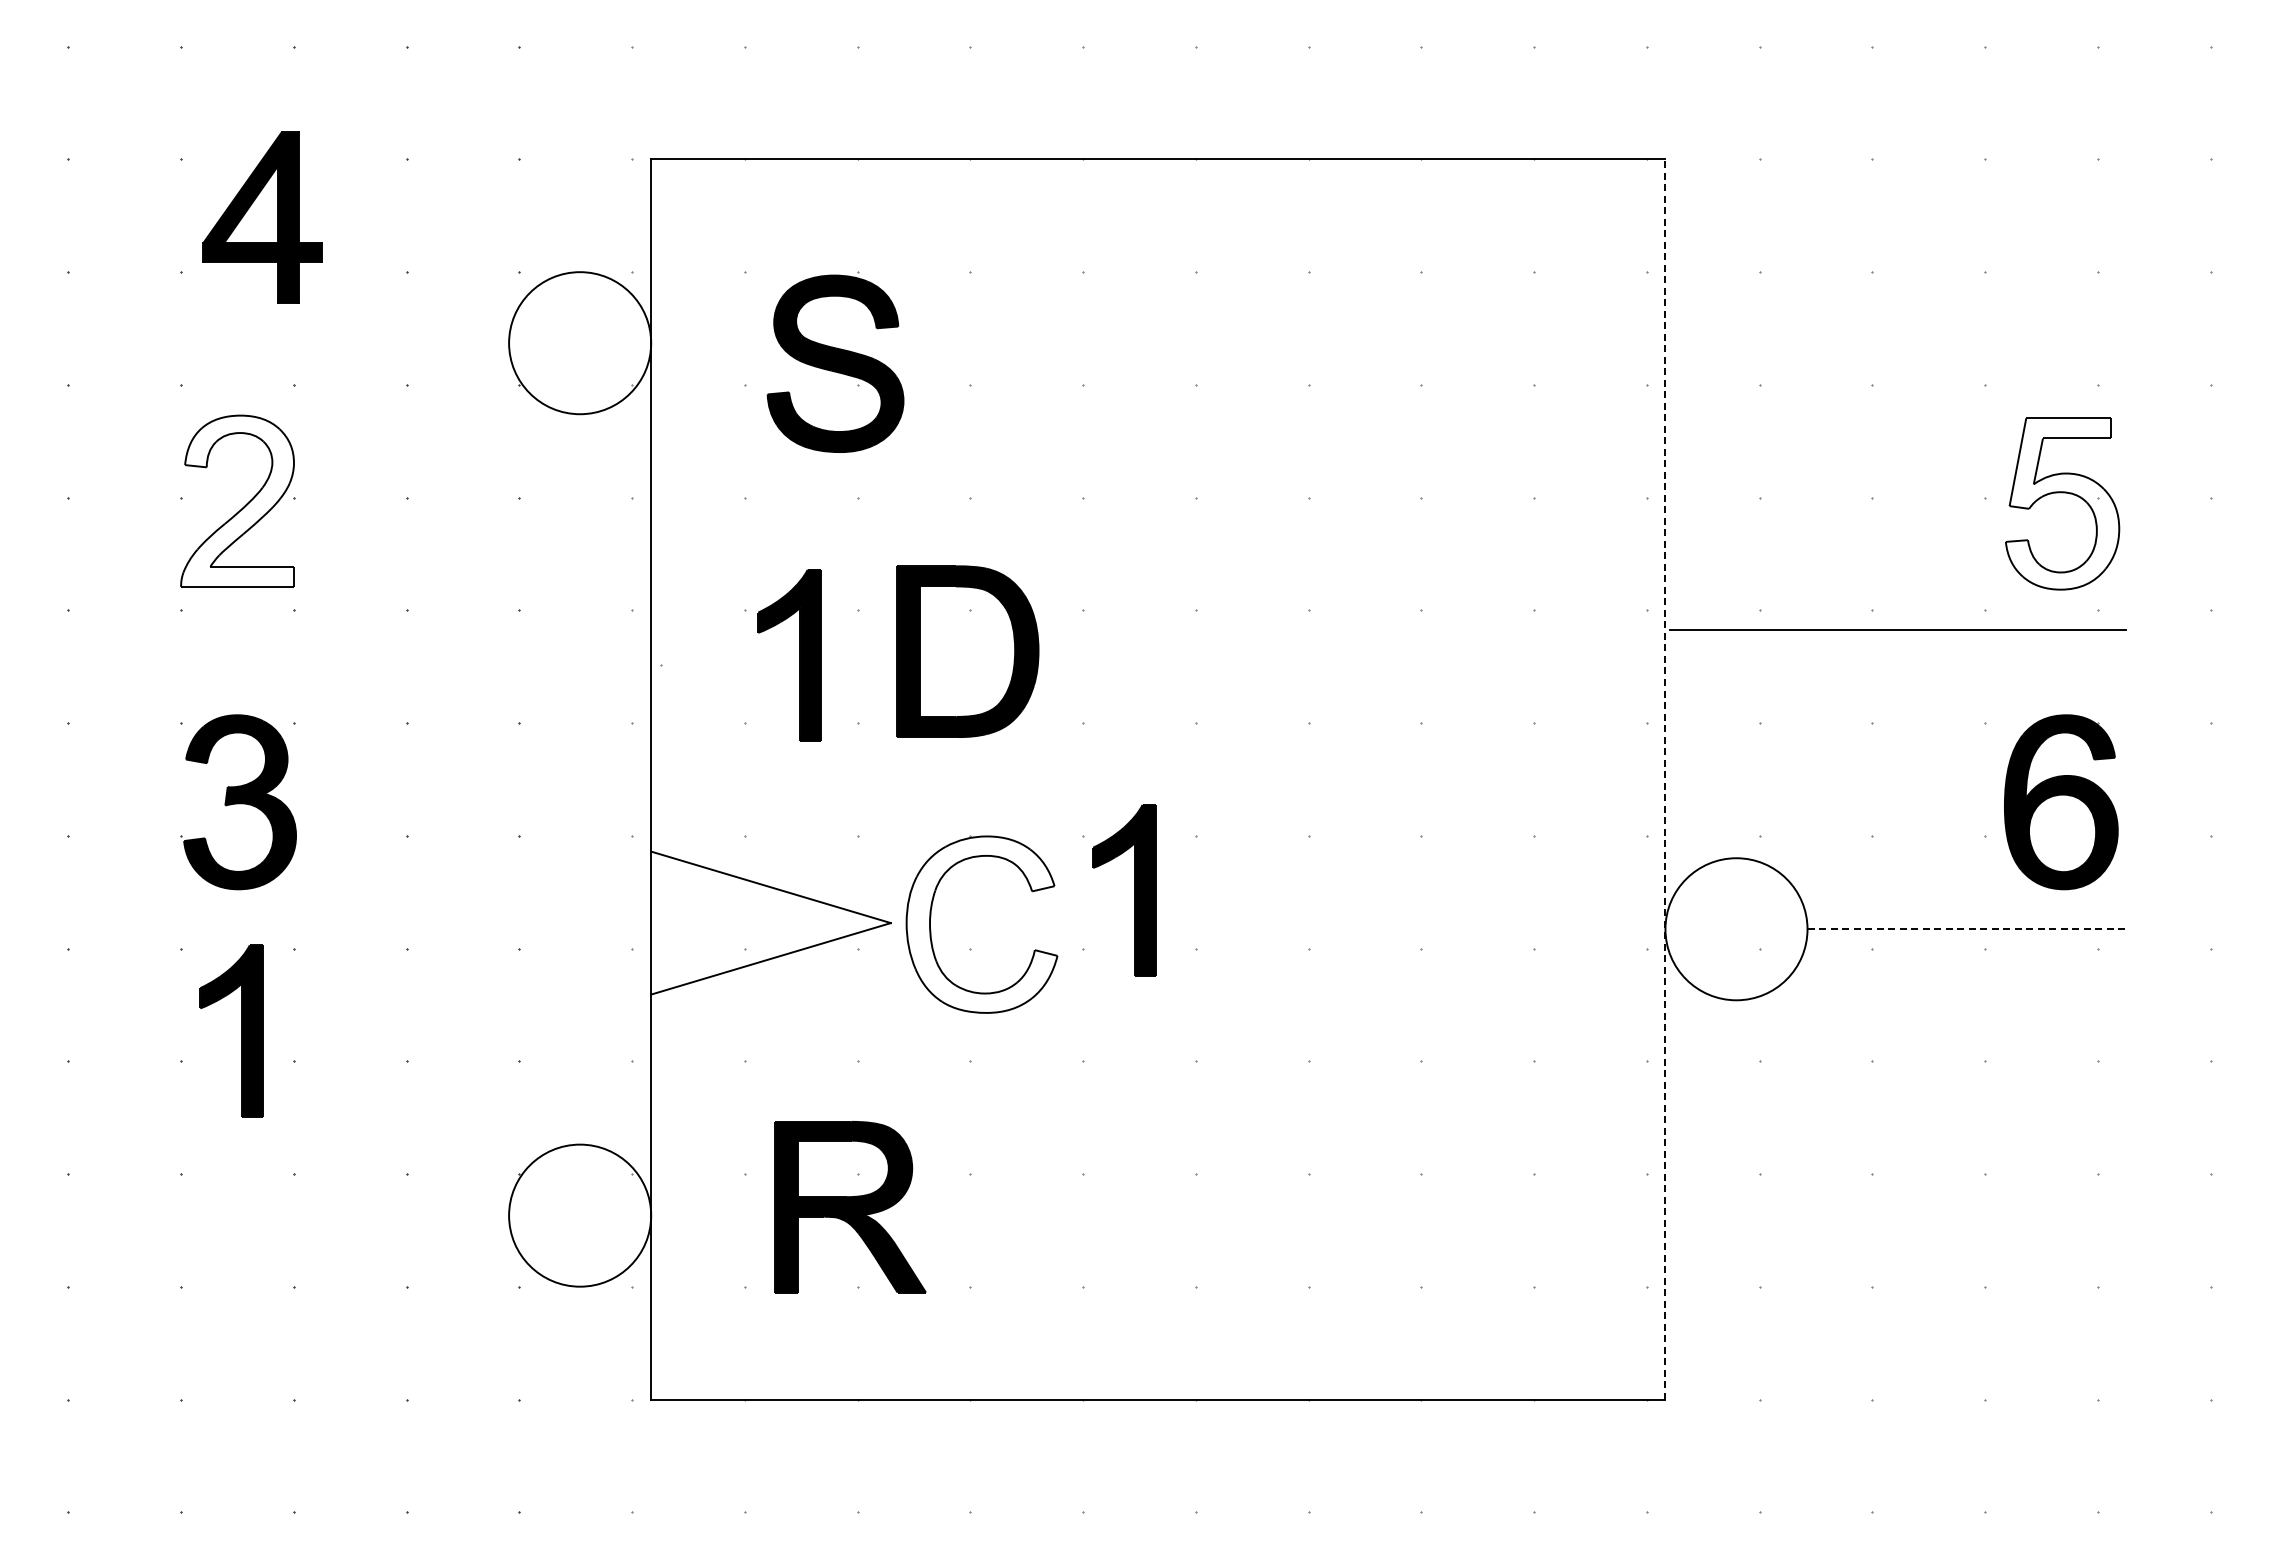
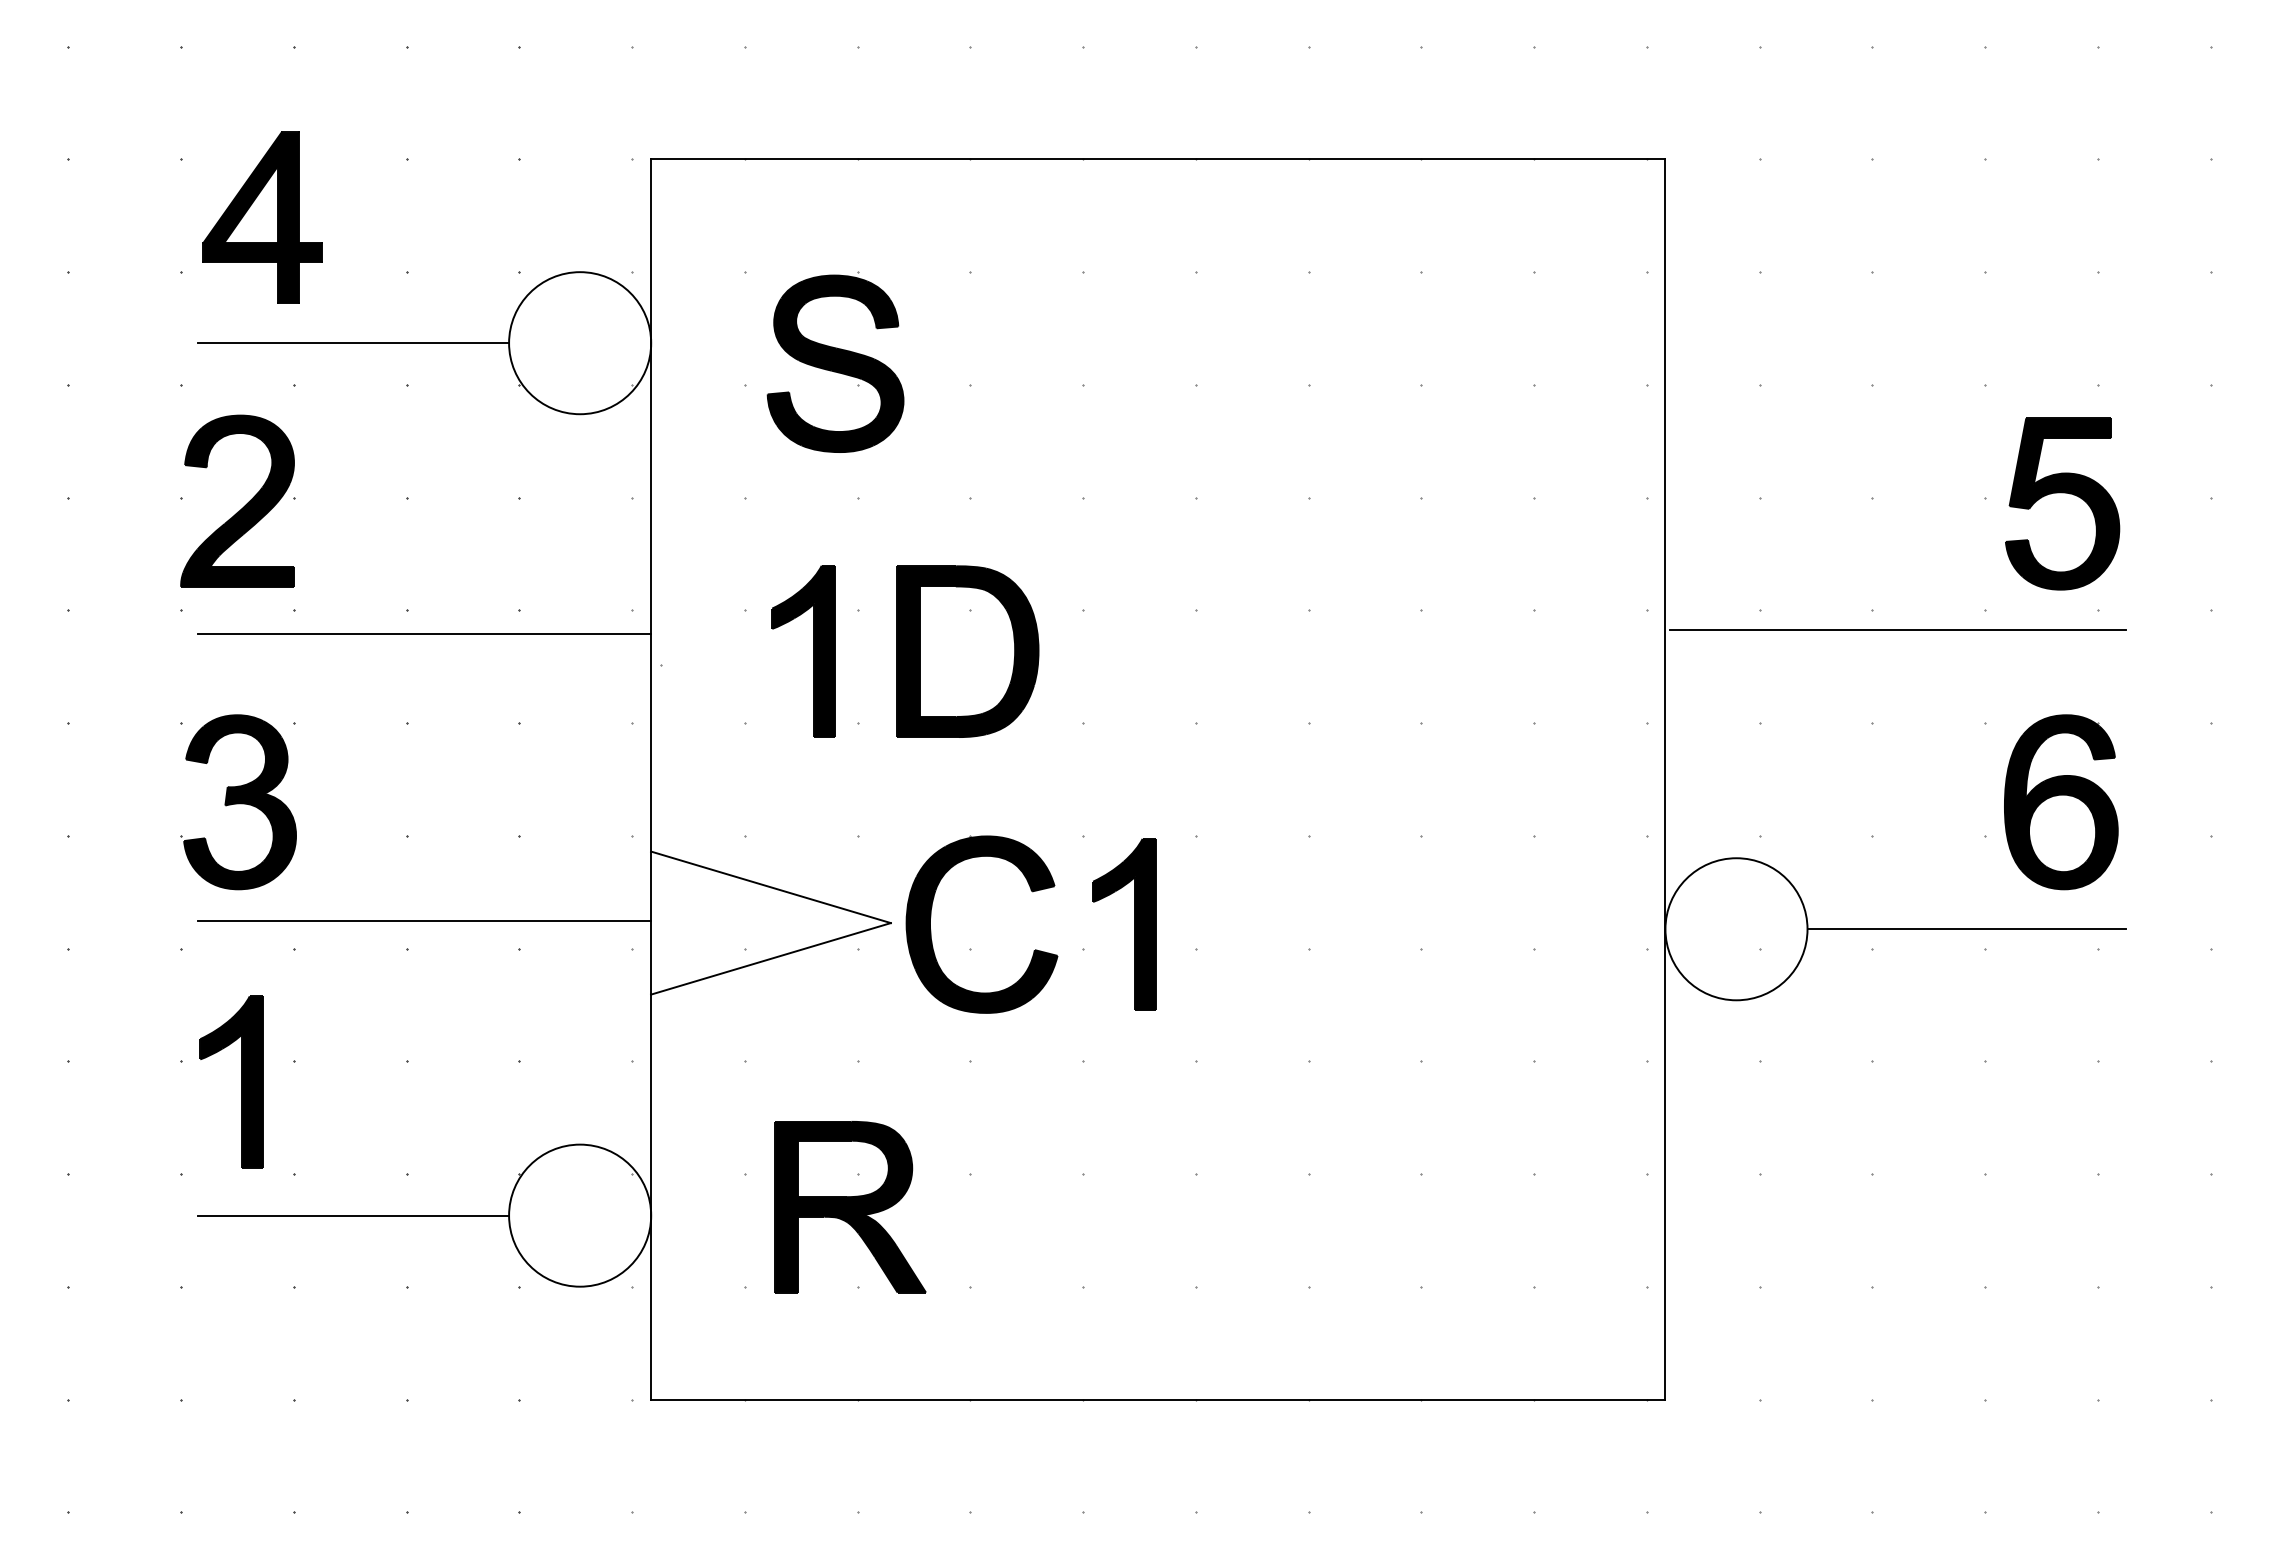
line at (353, 343): none -> present
fill at (237, 500): none -> present
fill at (2062, 503): none -> present
line at (424, 633): none -> present
part at (799, 655) position: (799, 655) -> (813, 651)
line at (1665, 778): dashed -> solid
part at (1134, 890) position: (1134, 890) -> (1134, 924)
line at (424, 921): none -> present
fill at (981, 924): none -> present
line at (1967, 929): dashed -> solid
part at (241, 1030) position: (241, 1030) -> (241, 1081)
line at (353, 1215): none -> present
